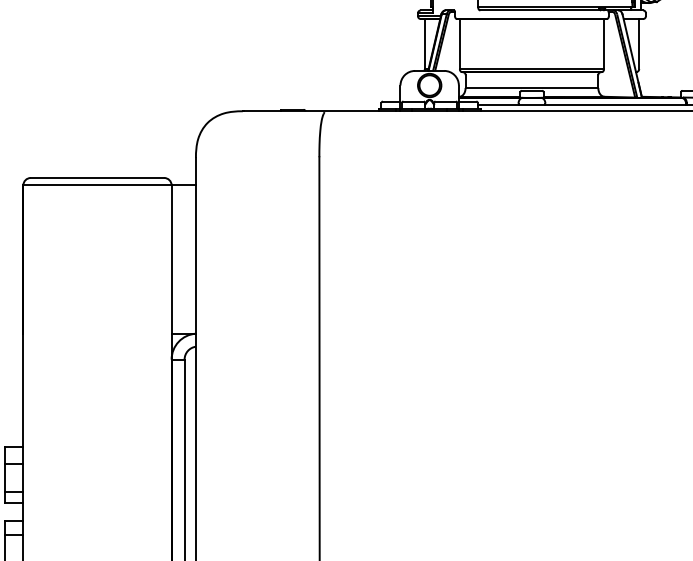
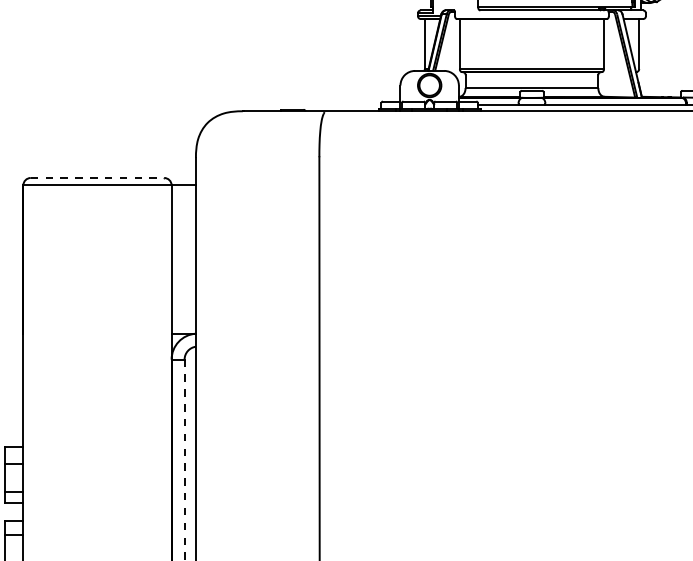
line at (97, 177): solid -> dashed
line at (184, 460): solid -> dashed
